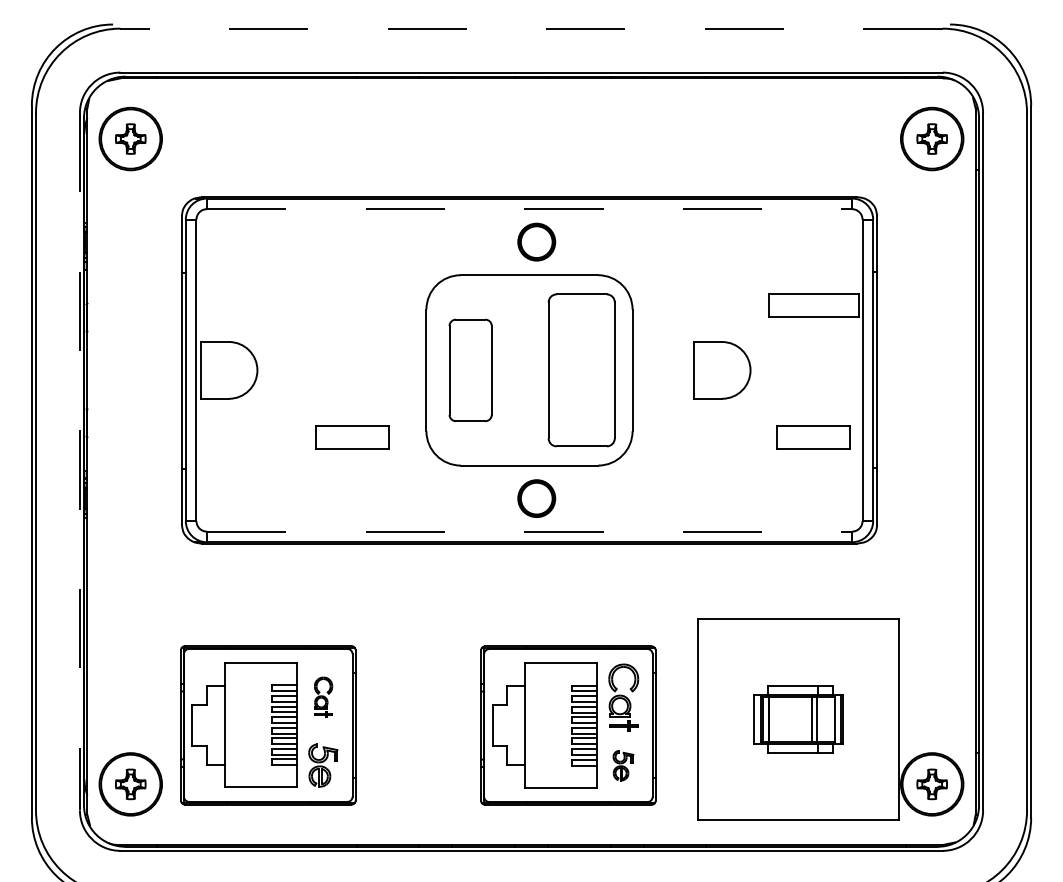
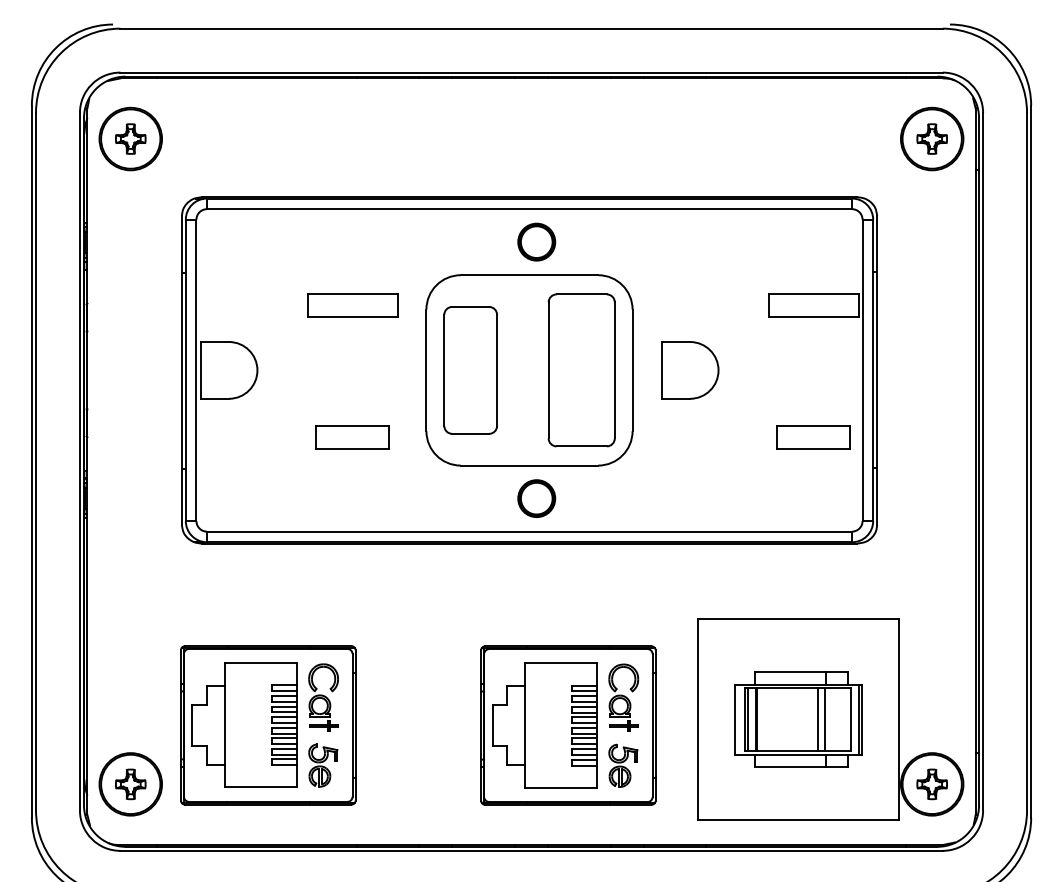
line at (531, 28): dashed -> solid
line at (529, 209): dashed -> solid
part at (352, 305): none -> present
part at (470, 369) size: 45x104 px -> 55x129 px
part at (722, 370) position: (722, 370) -> (690, 370)
line at (79, 461): dashed -> solid
line at (529, 531): dashed -> solid
part at (323, 696) size: 20x42 px -> 31x69 px
part at (798, 719) size: 91x69 px -> 129x97 px
part at (623, 765) size: 23x32 px -> 31x45 px
